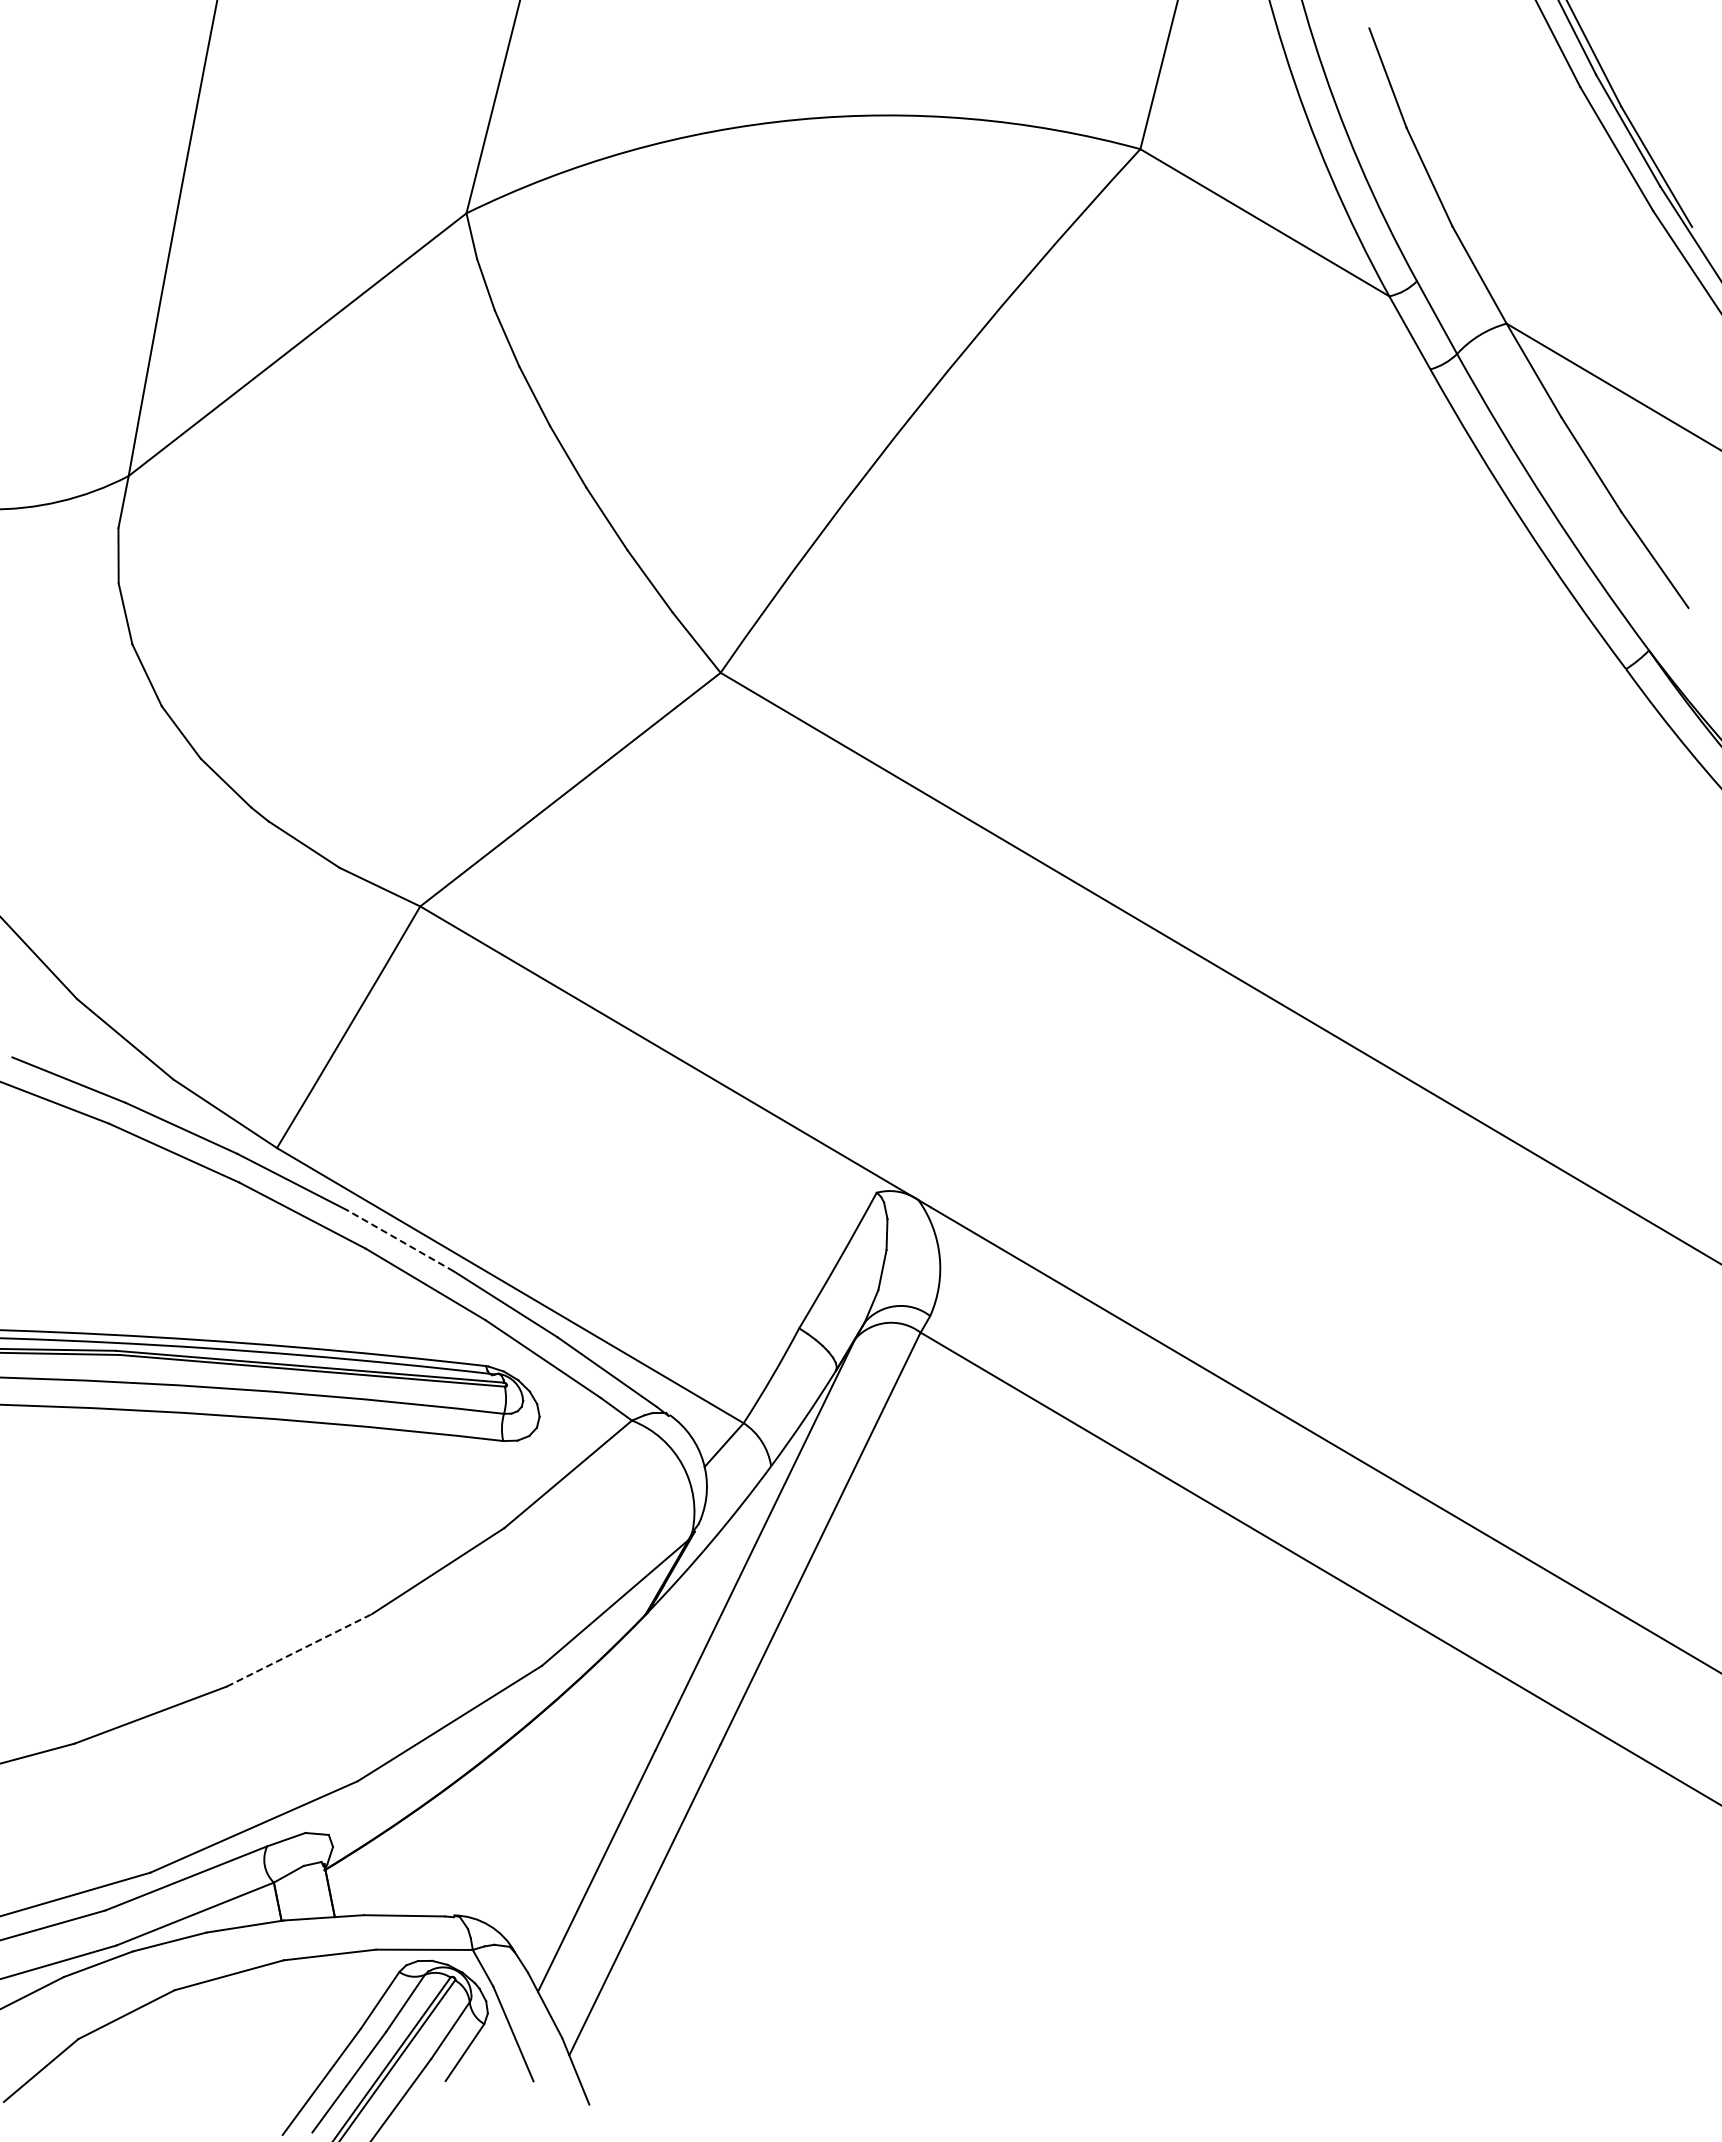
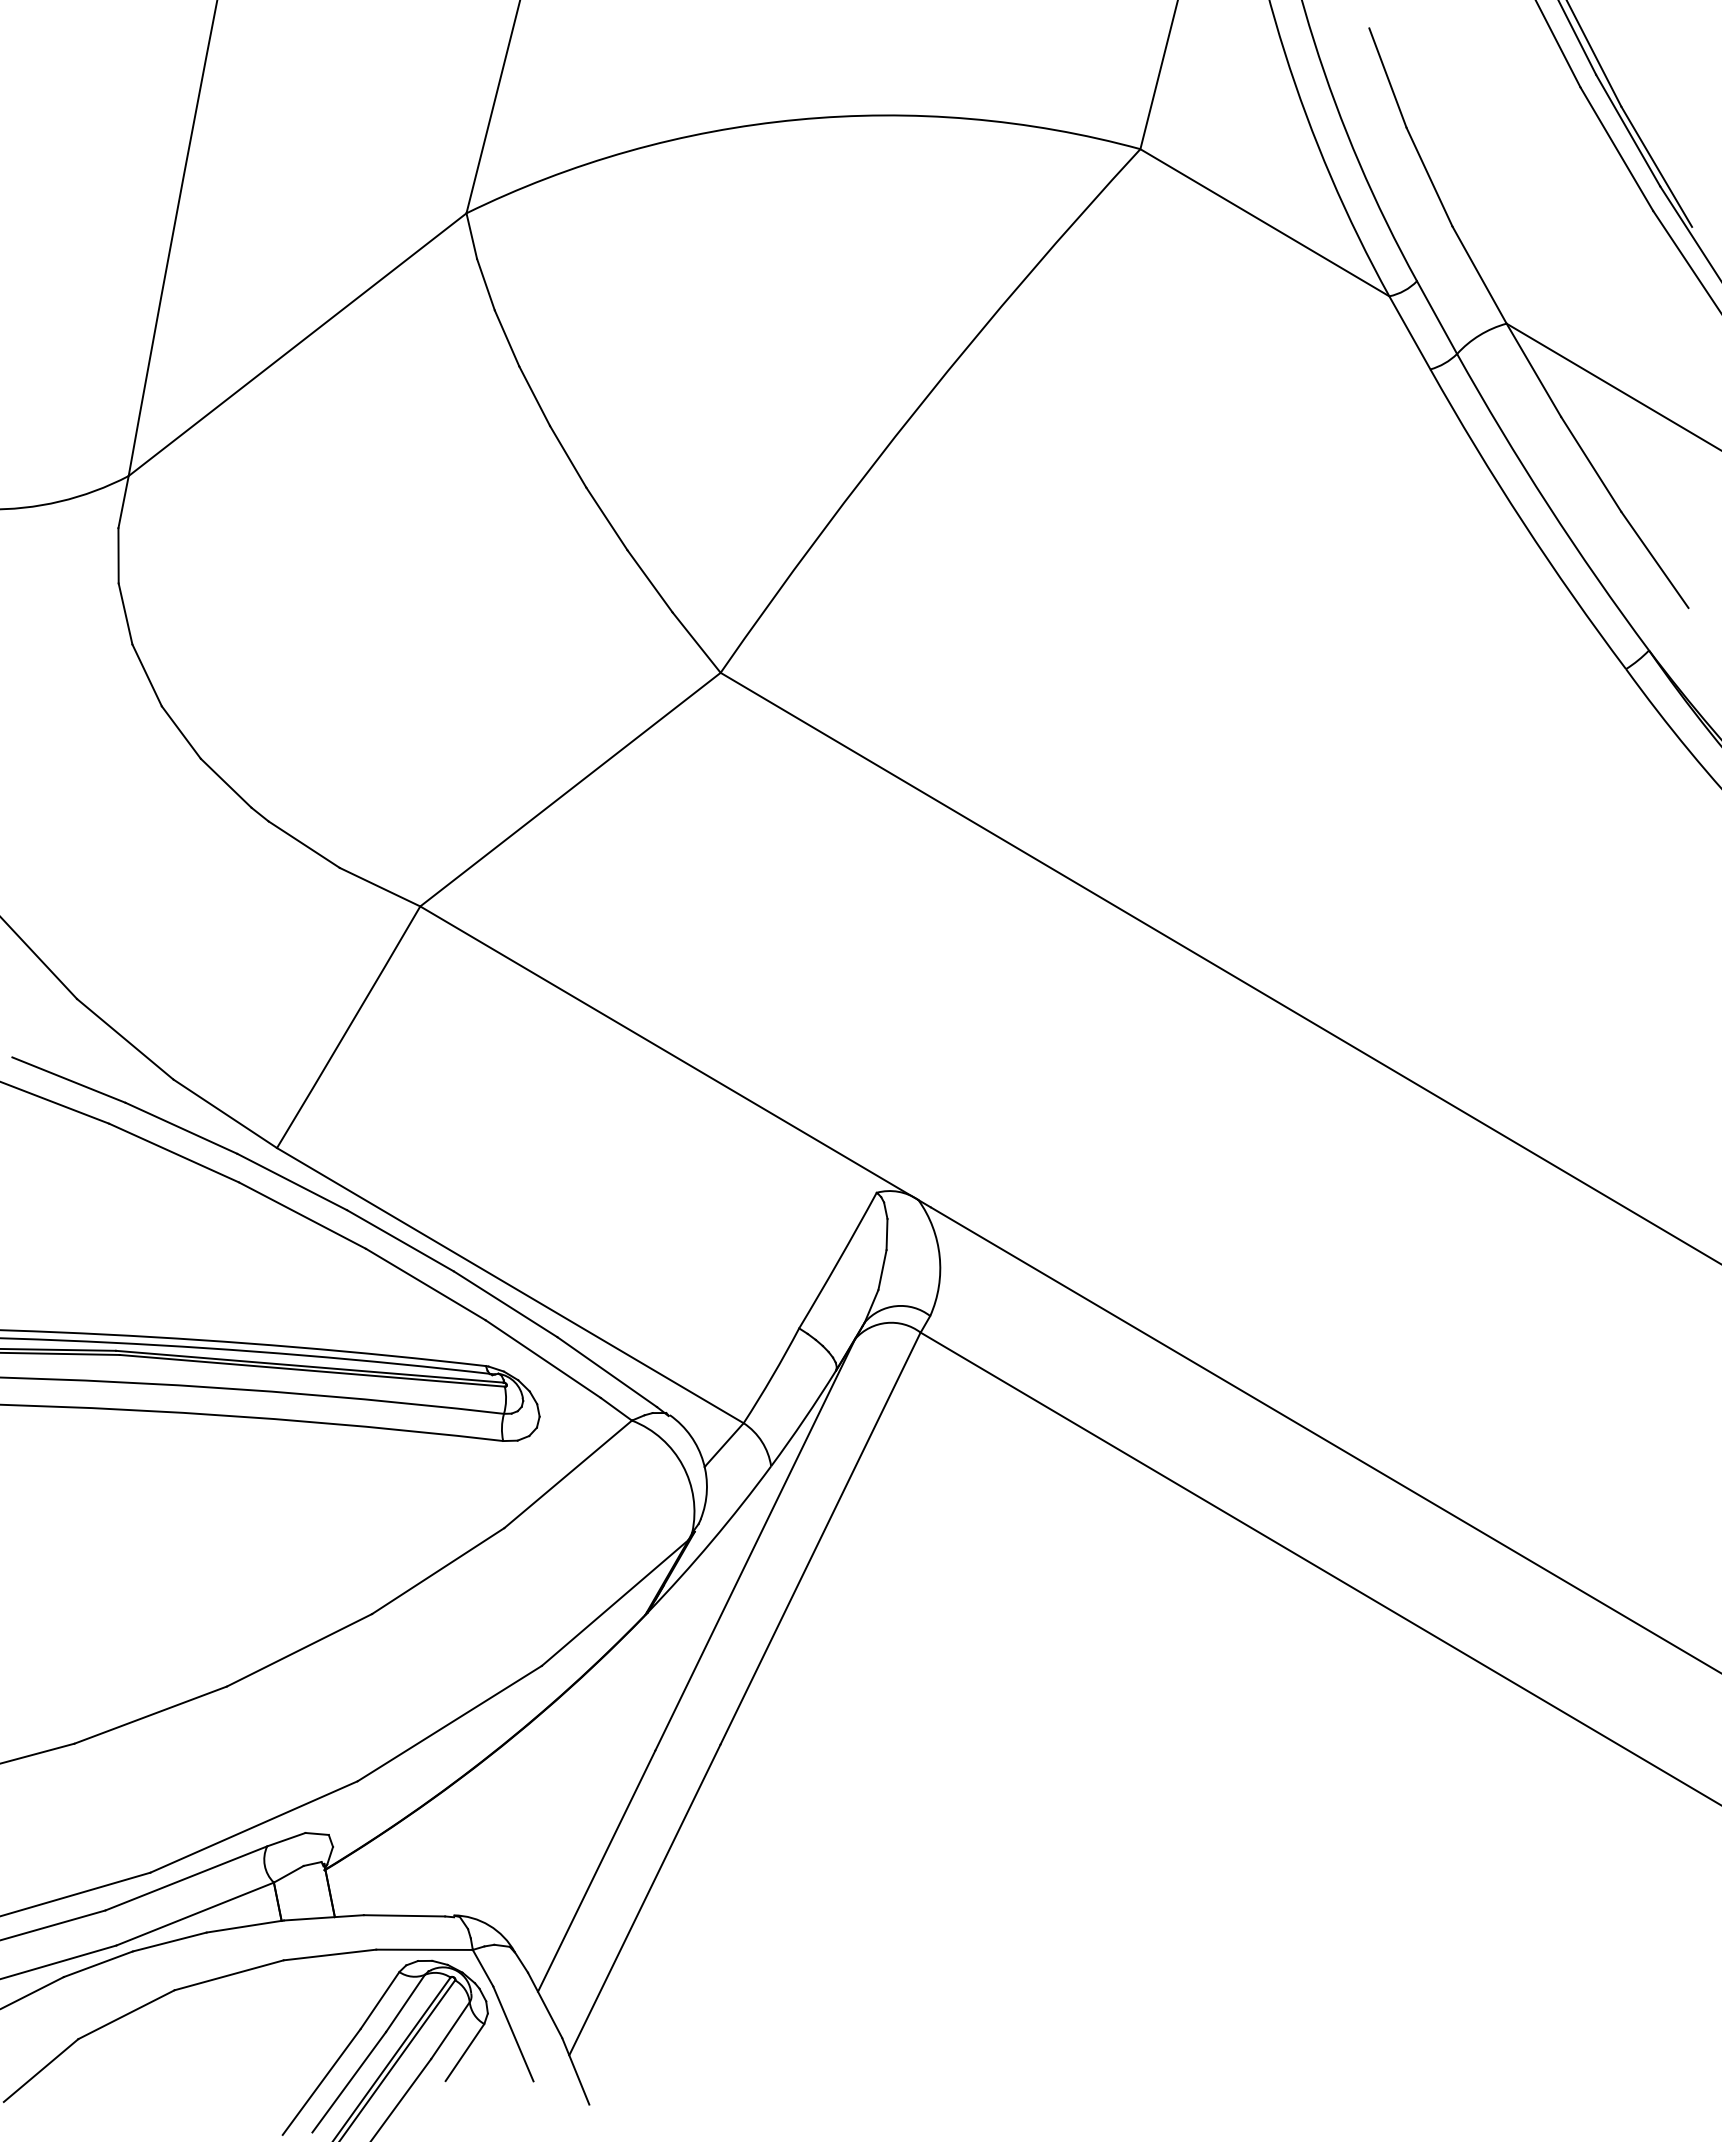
line at (400, 1240): dashed -> solid
line at (299, 1650): dashed -> solid
